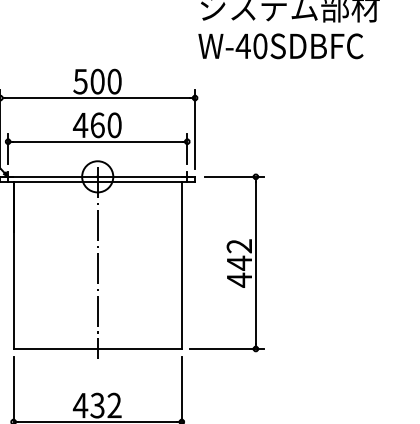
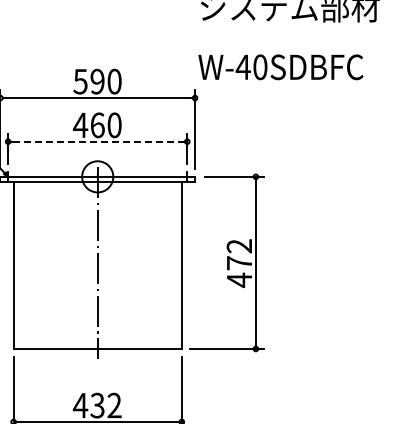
text at (280, 46) position: (280, 46) -> (280, 67)
text at (97, 81): 500 -> 590
line at (97, 141): solid -> dashed
text at (239, 262): 442 -> 472
